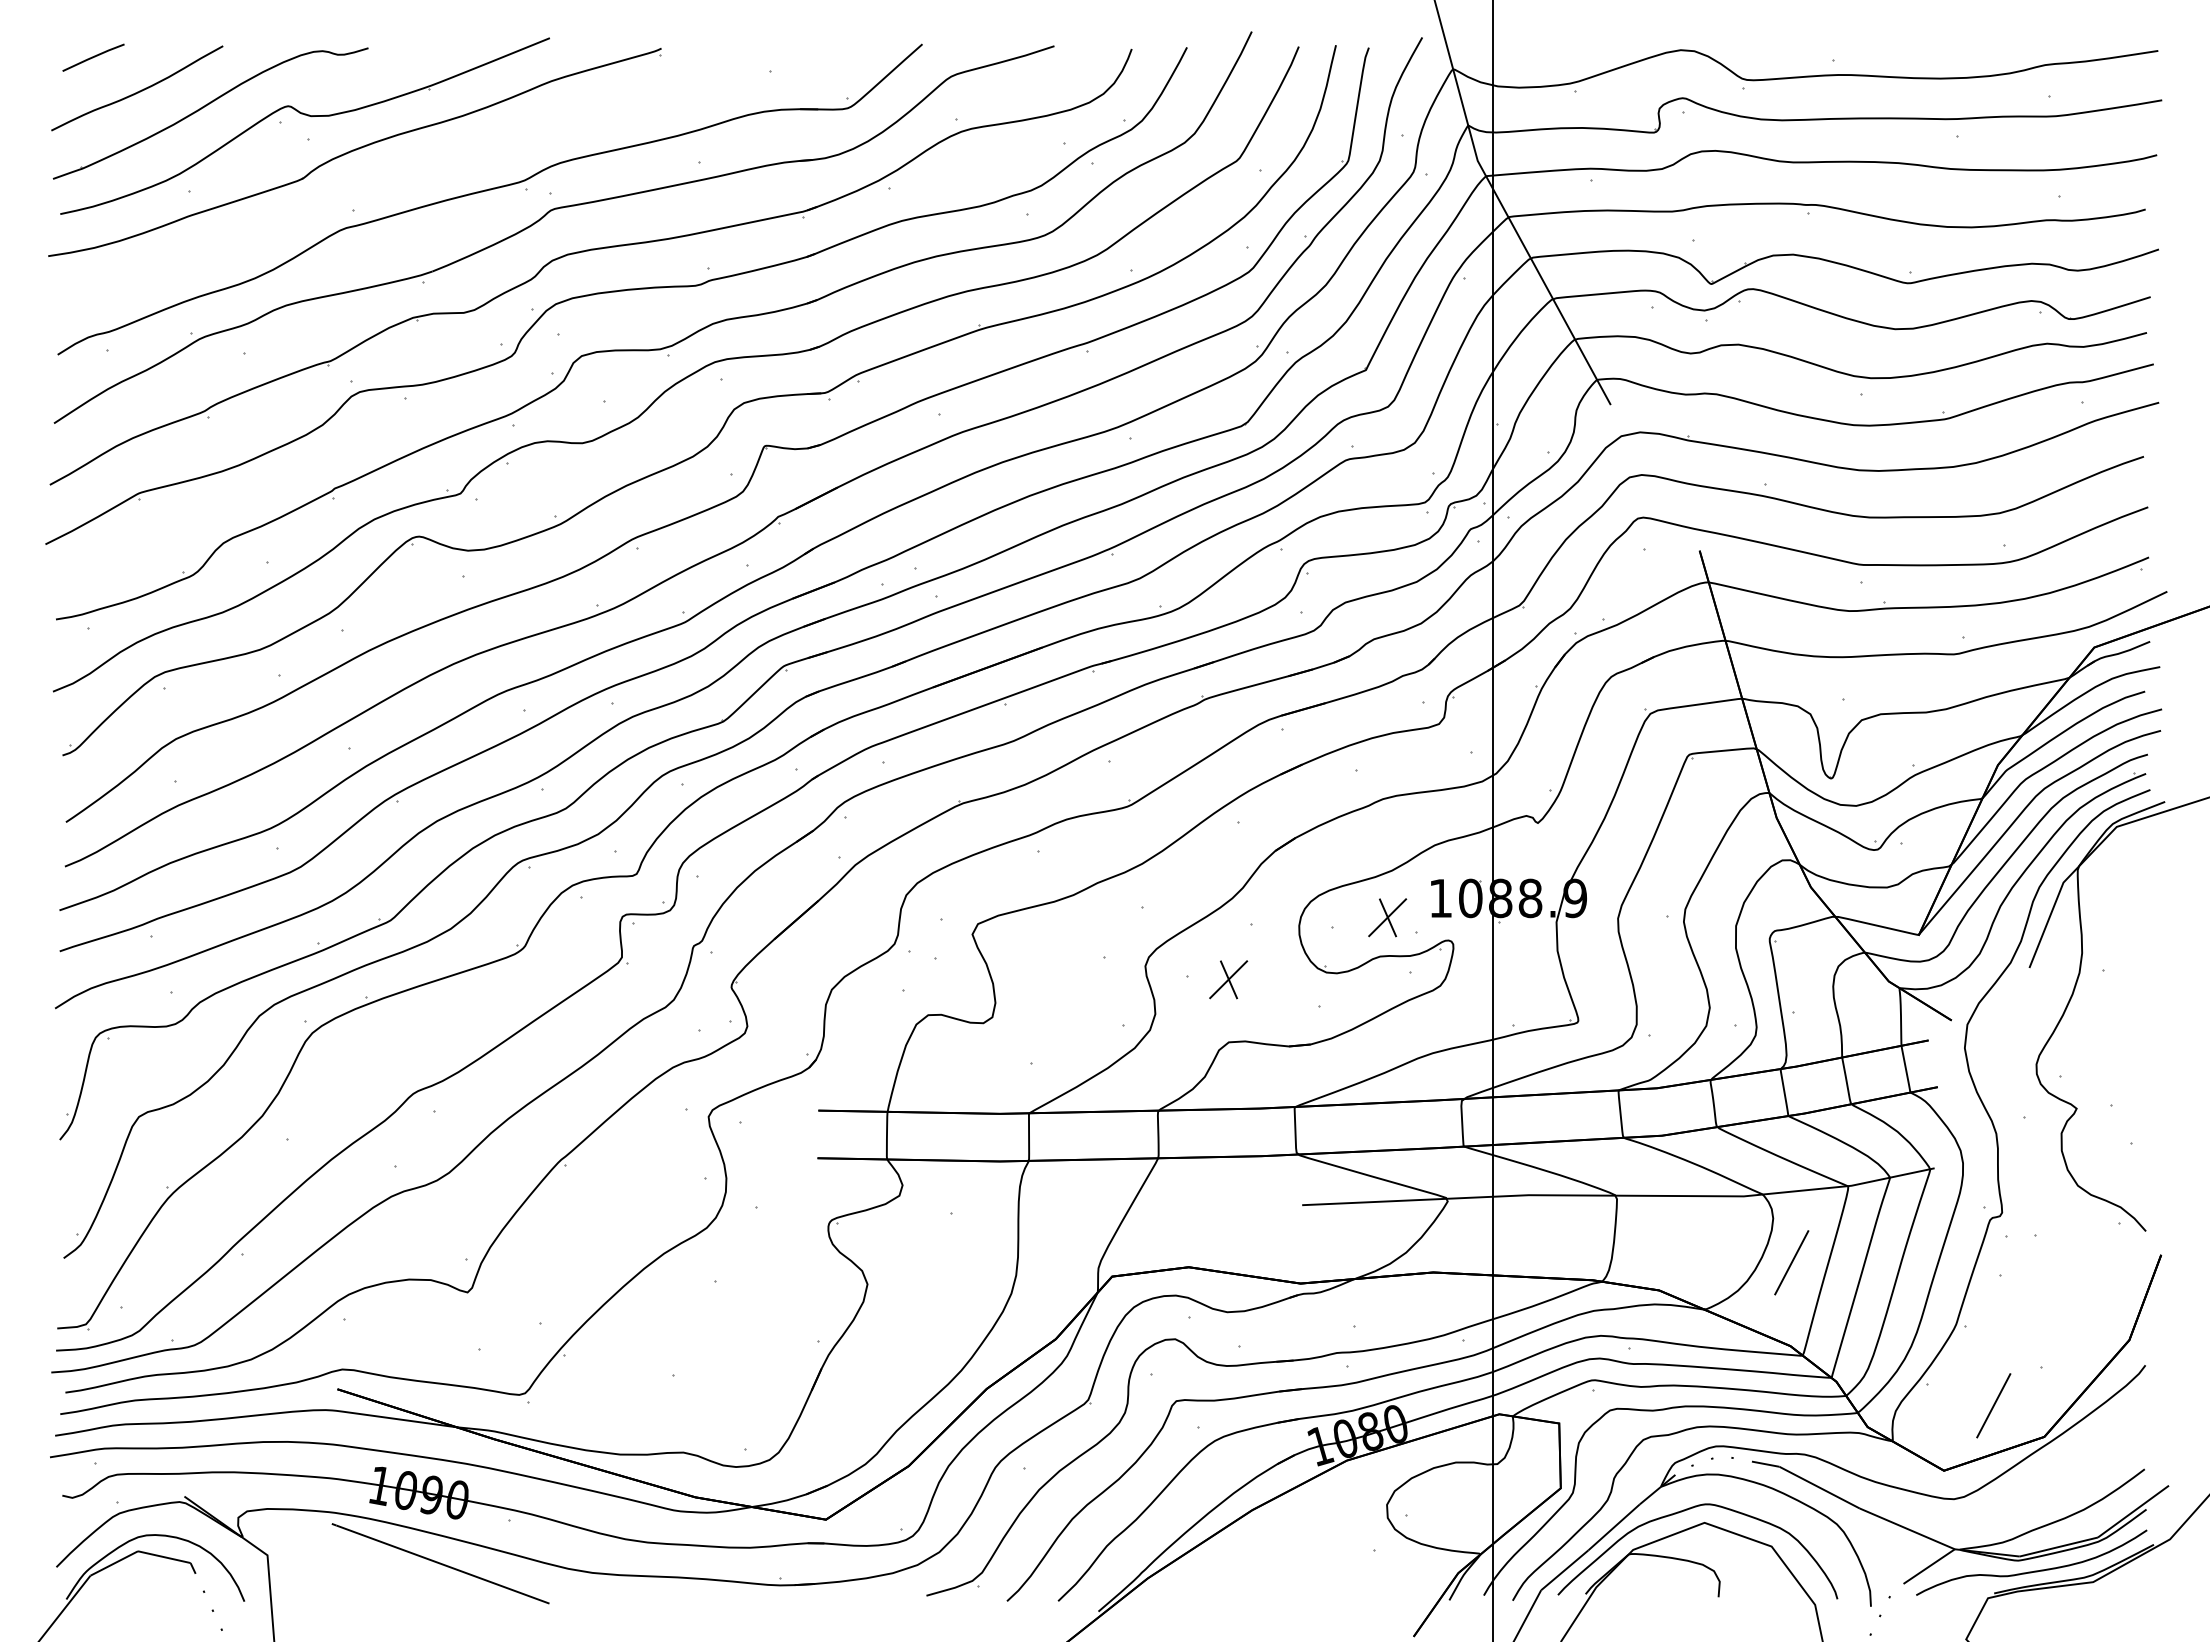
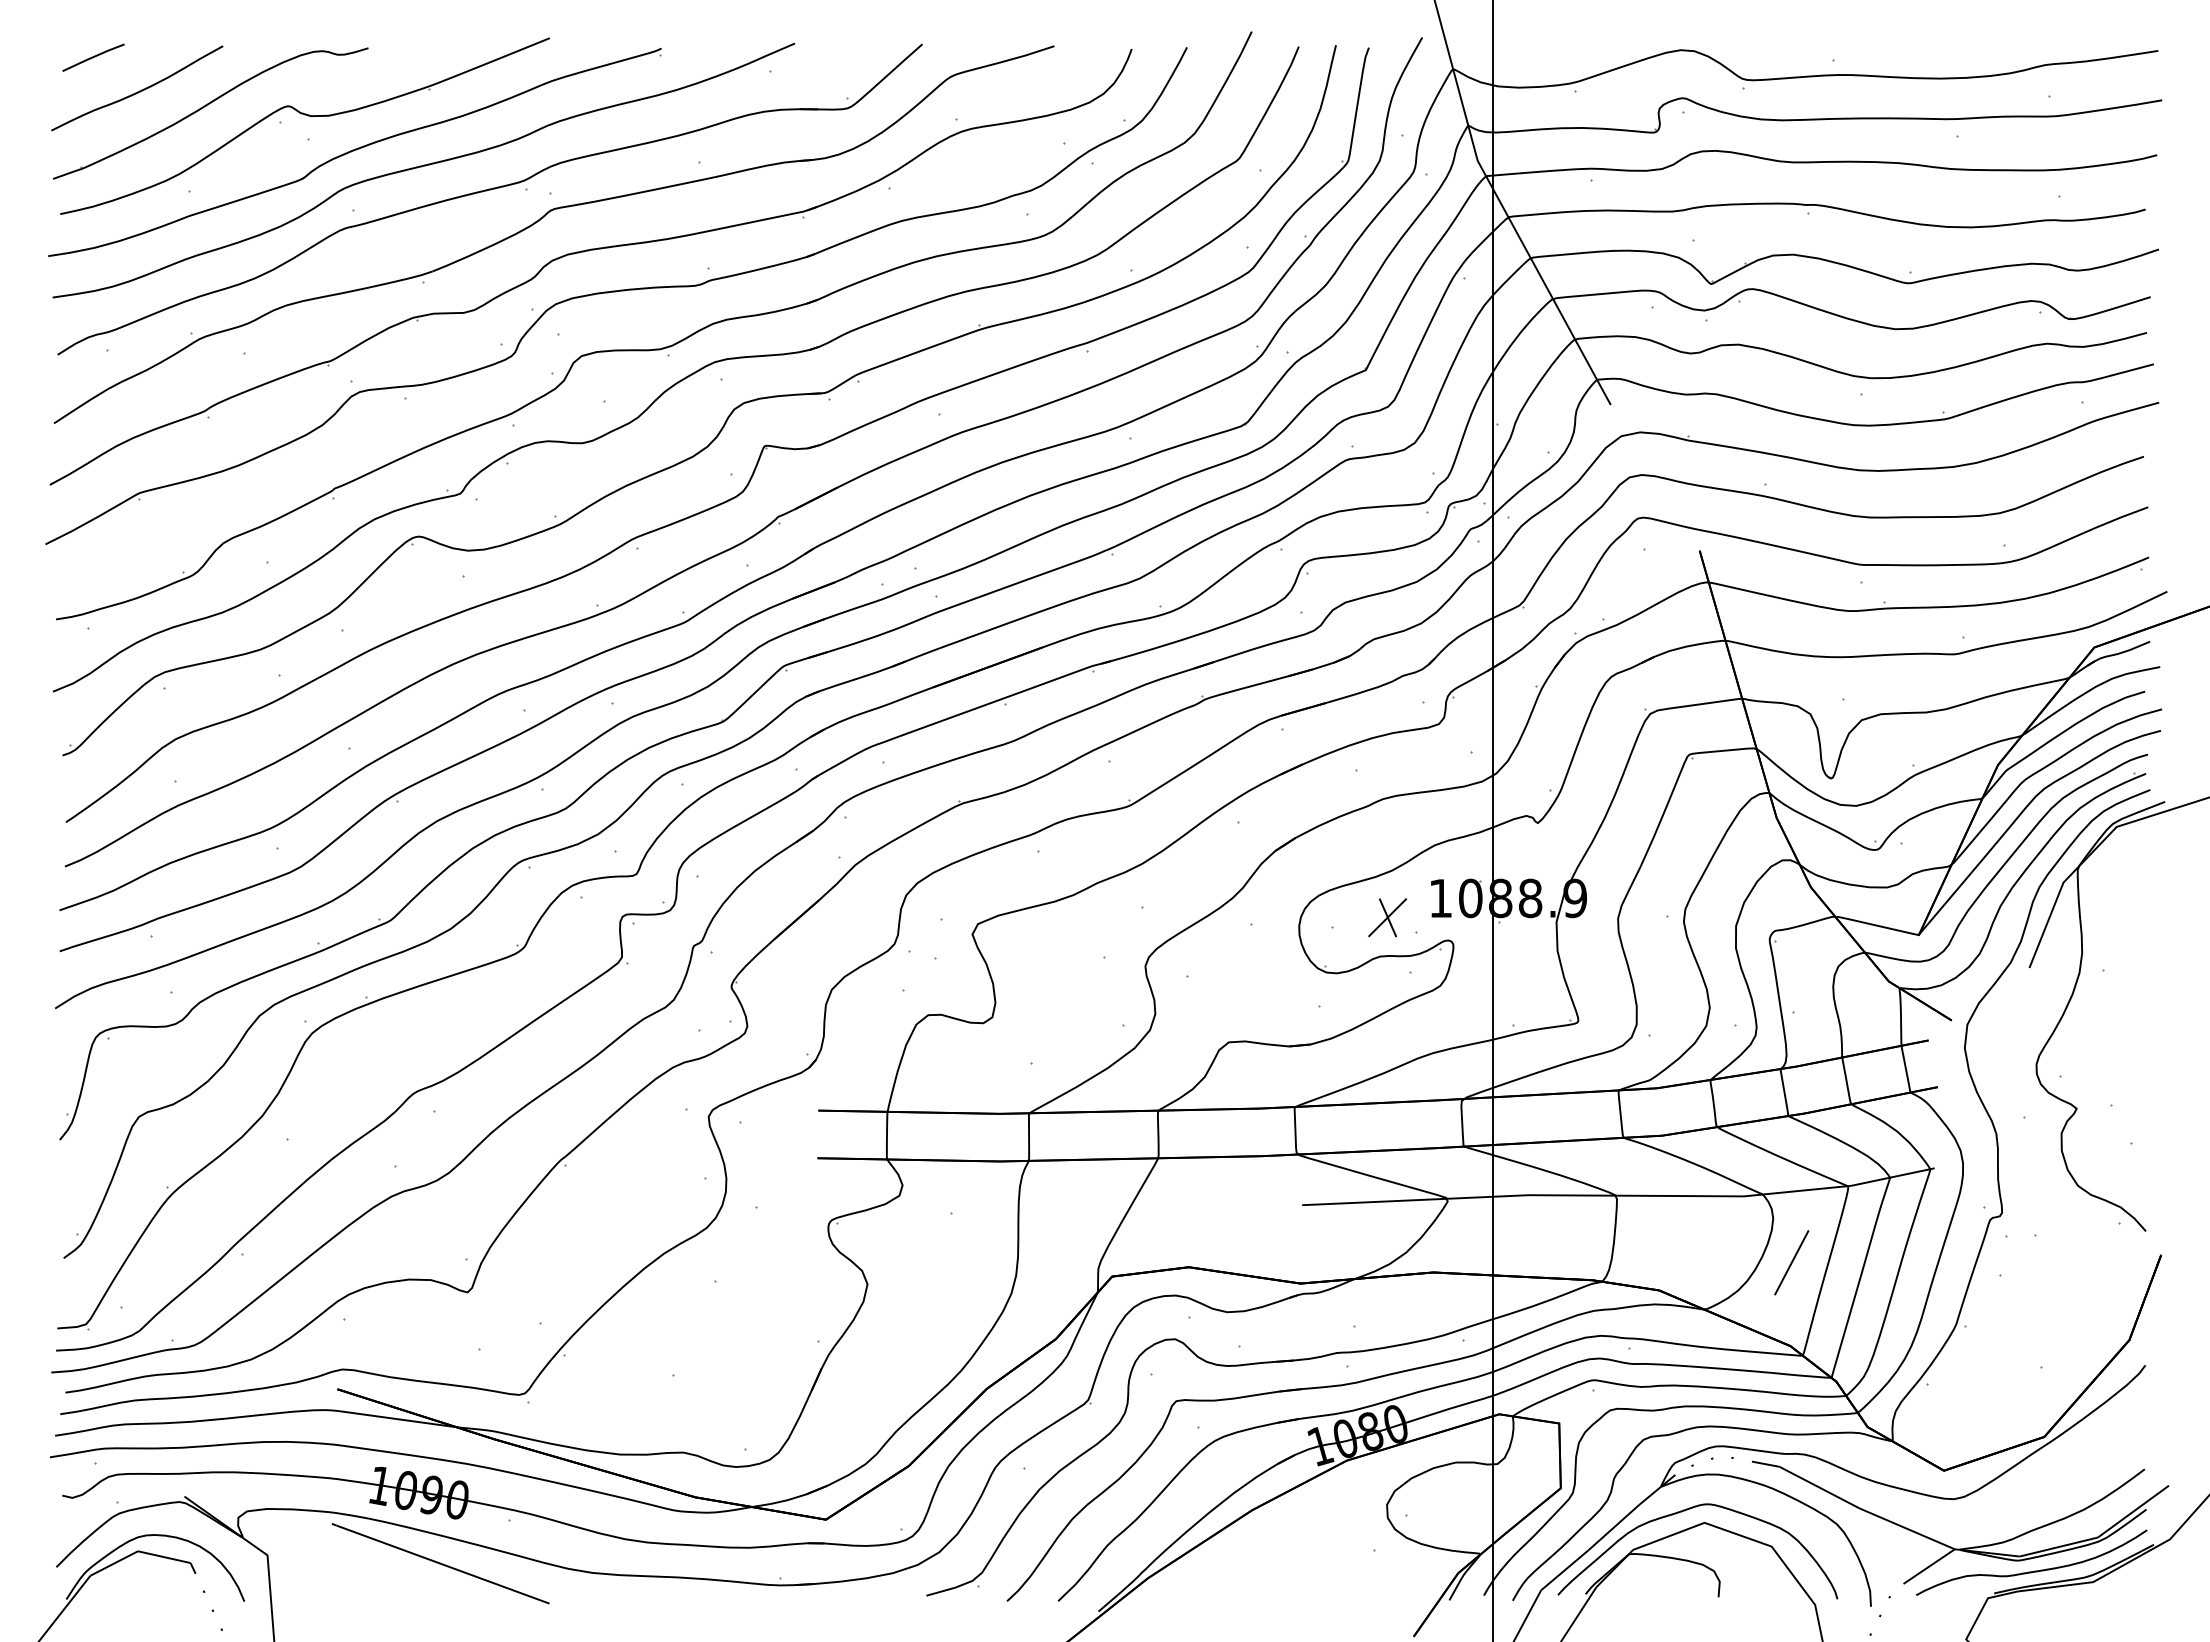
curve at (421, 167): none -> present
part at (1228, 979): present -> none
line at (1993, 1405): present -> none
